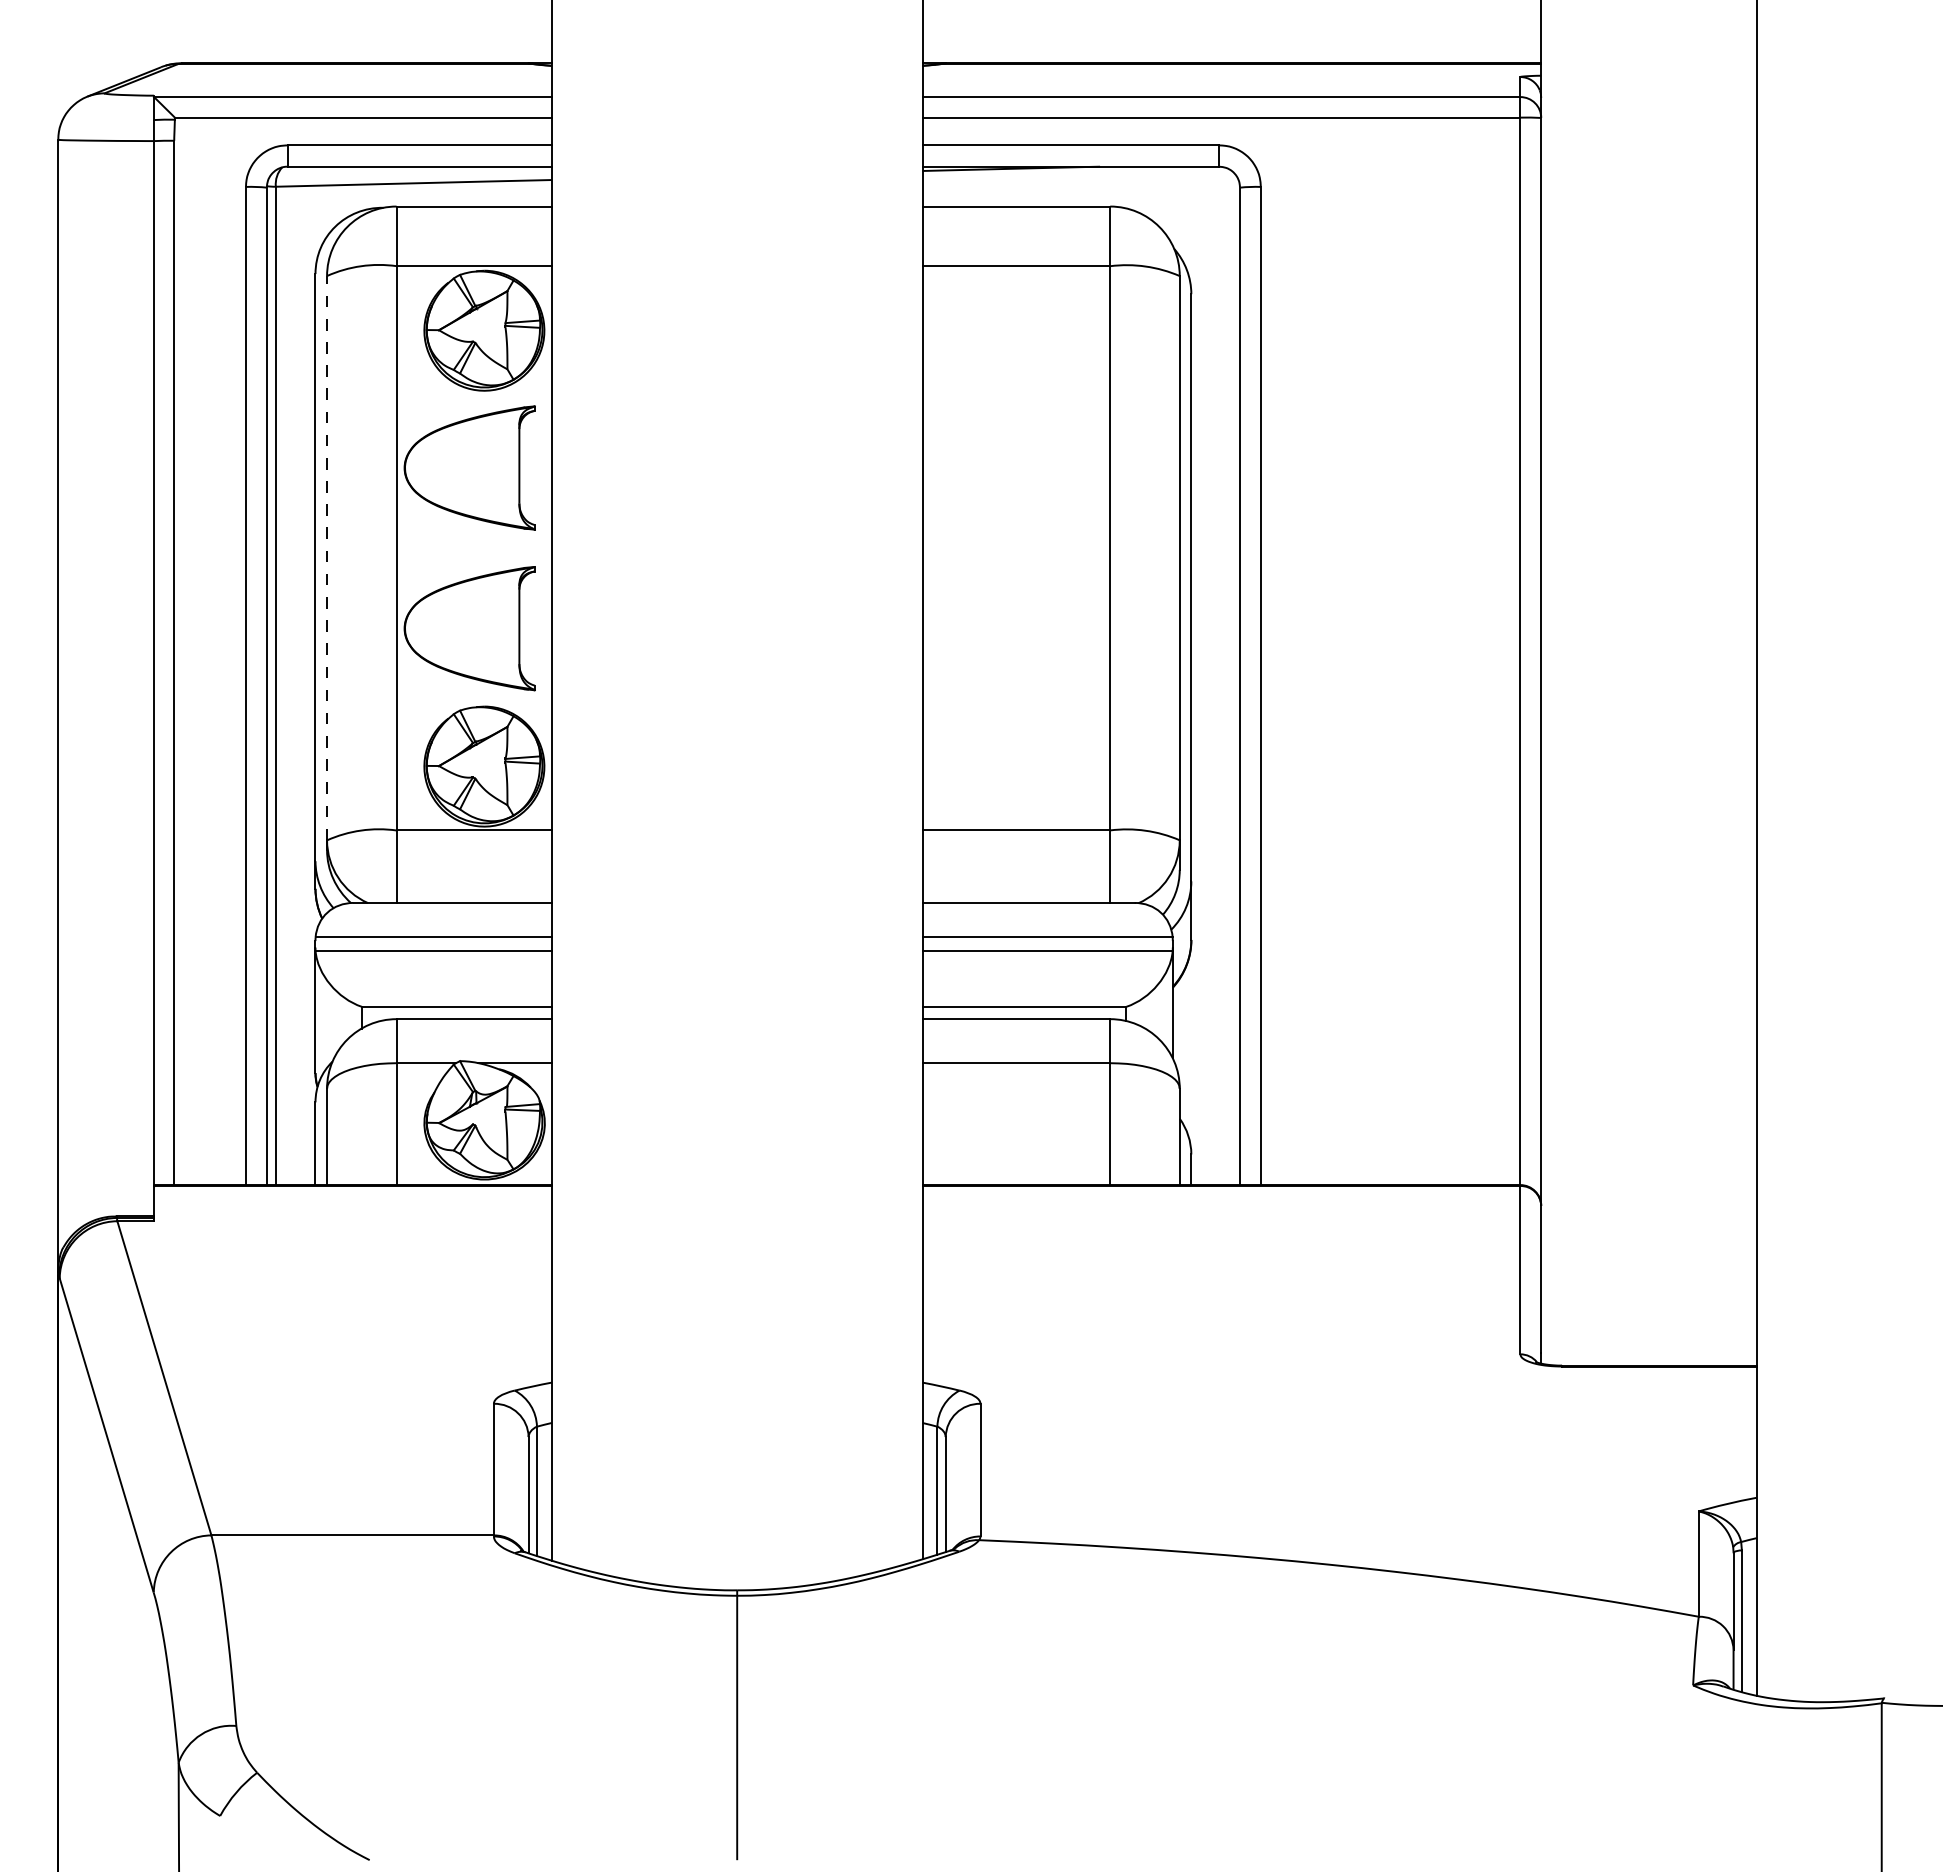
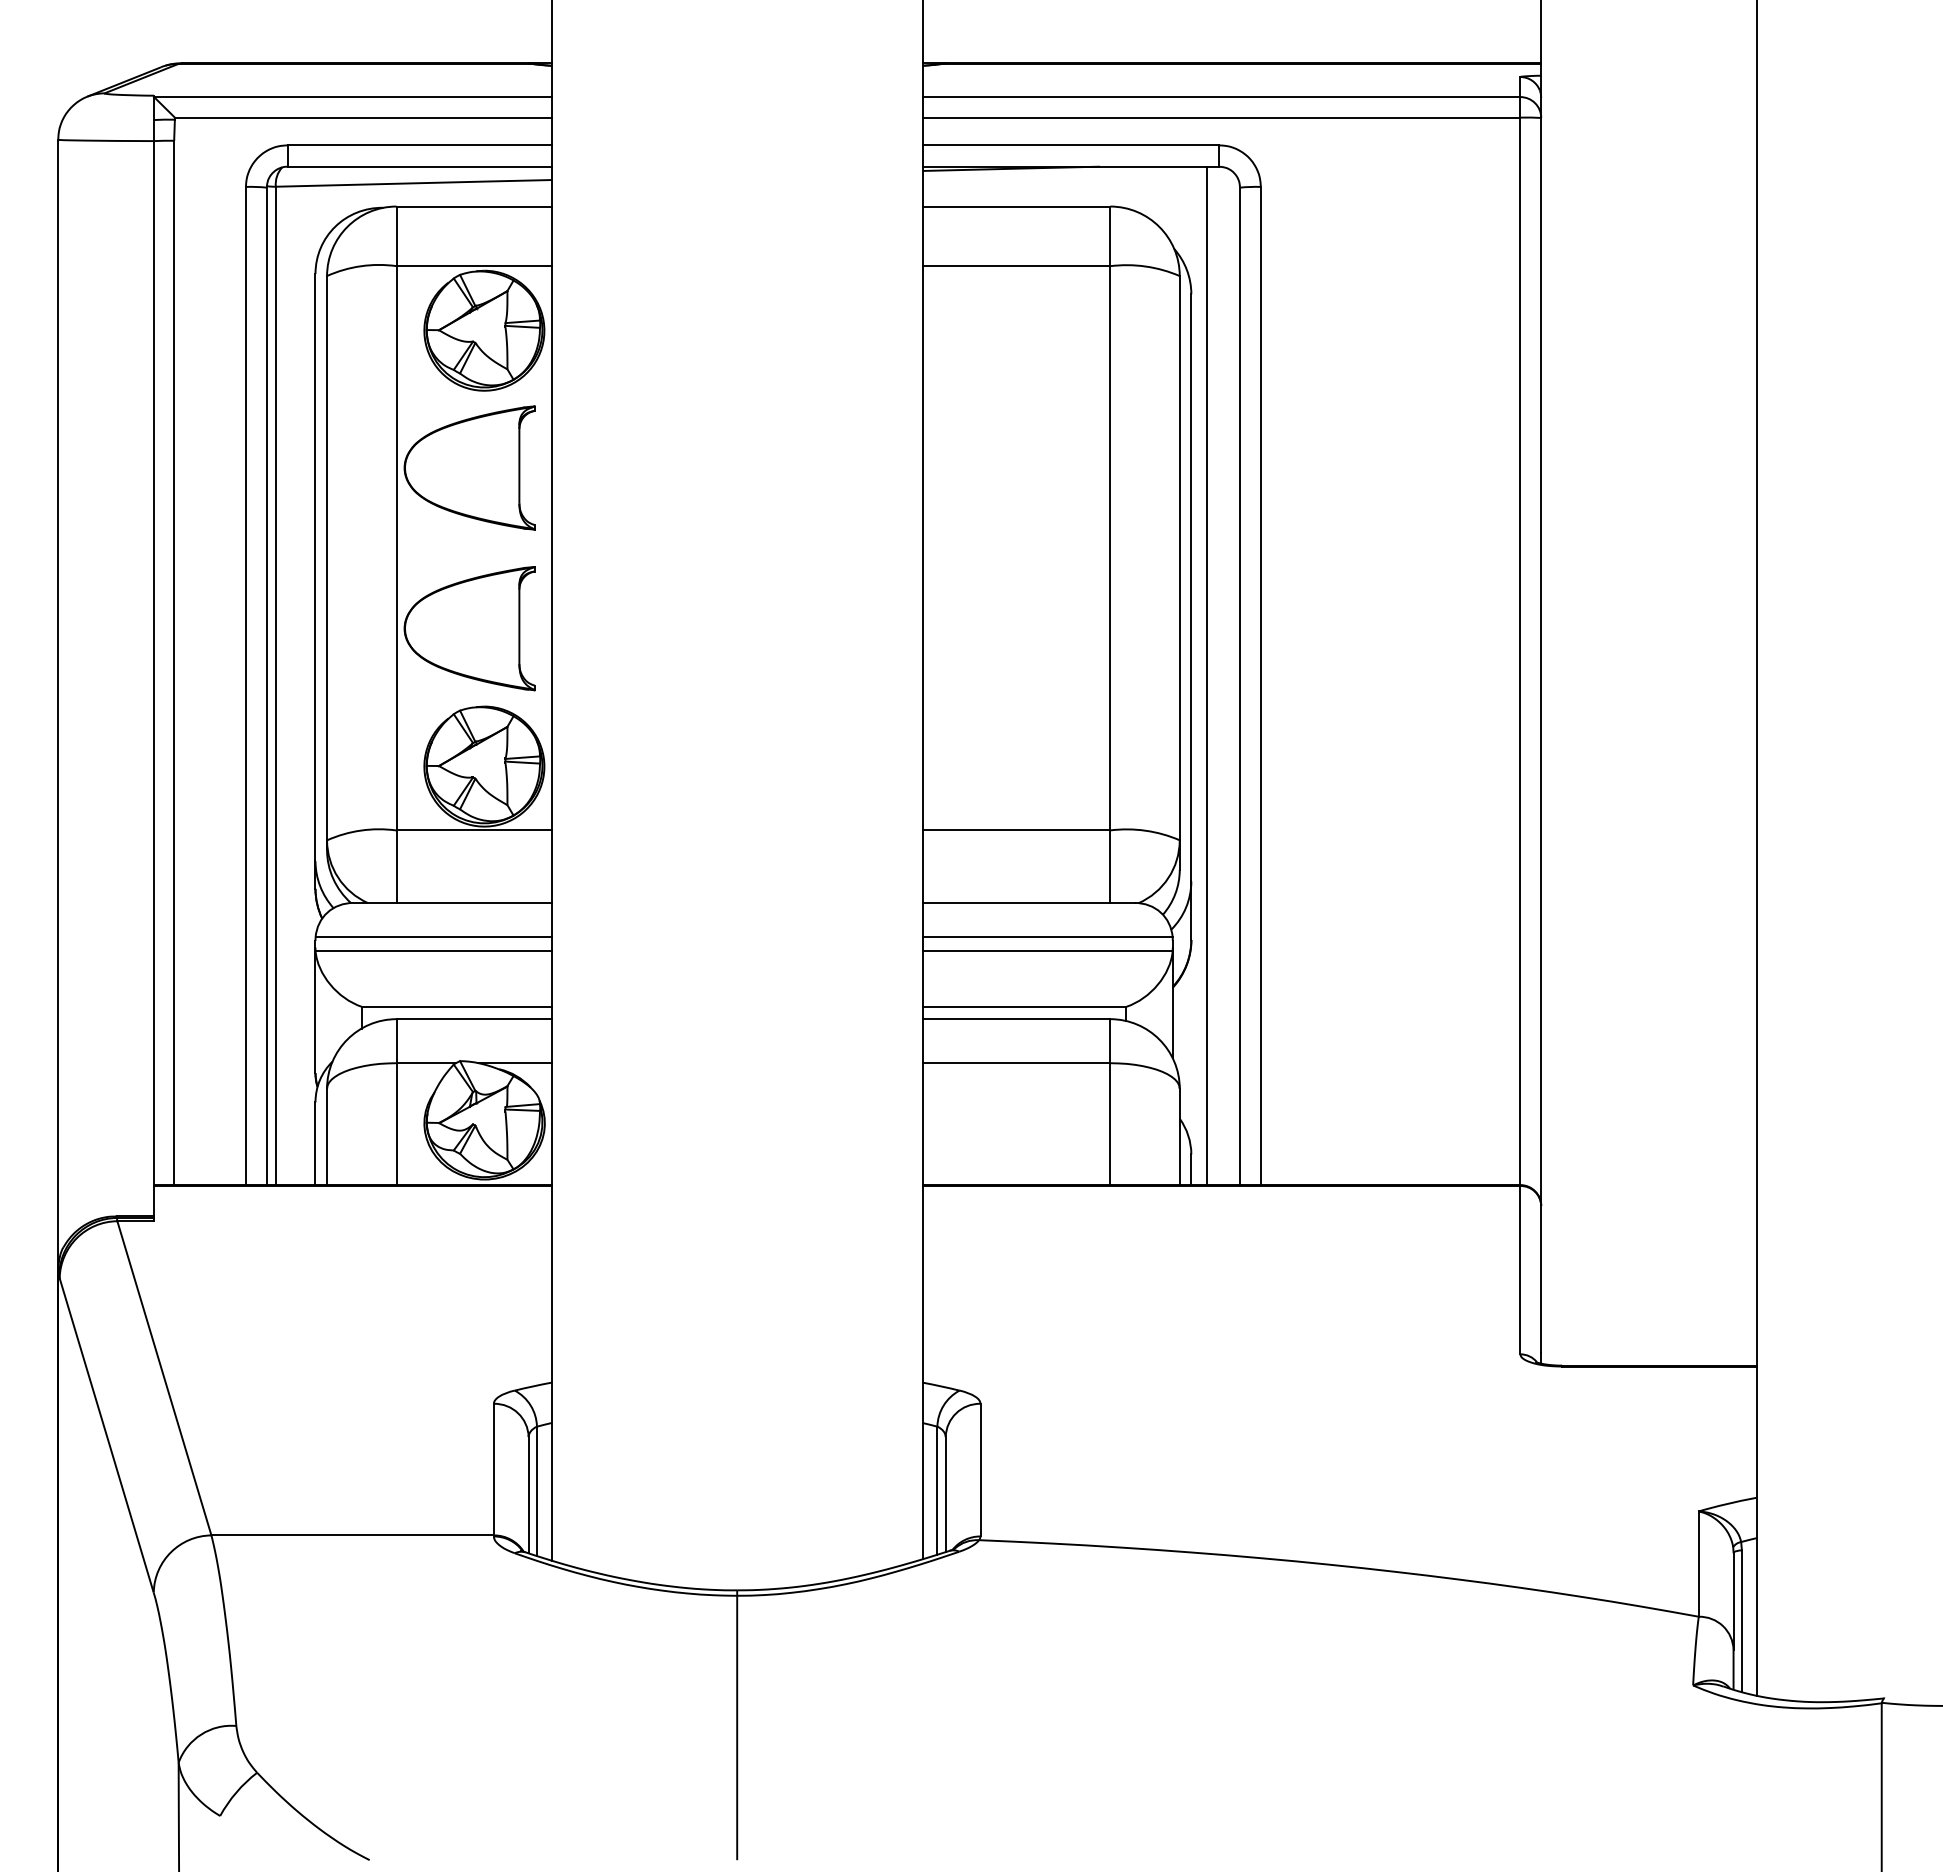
line at (327, 557): dashed -> solid
line at (1207, 675): none -> present
